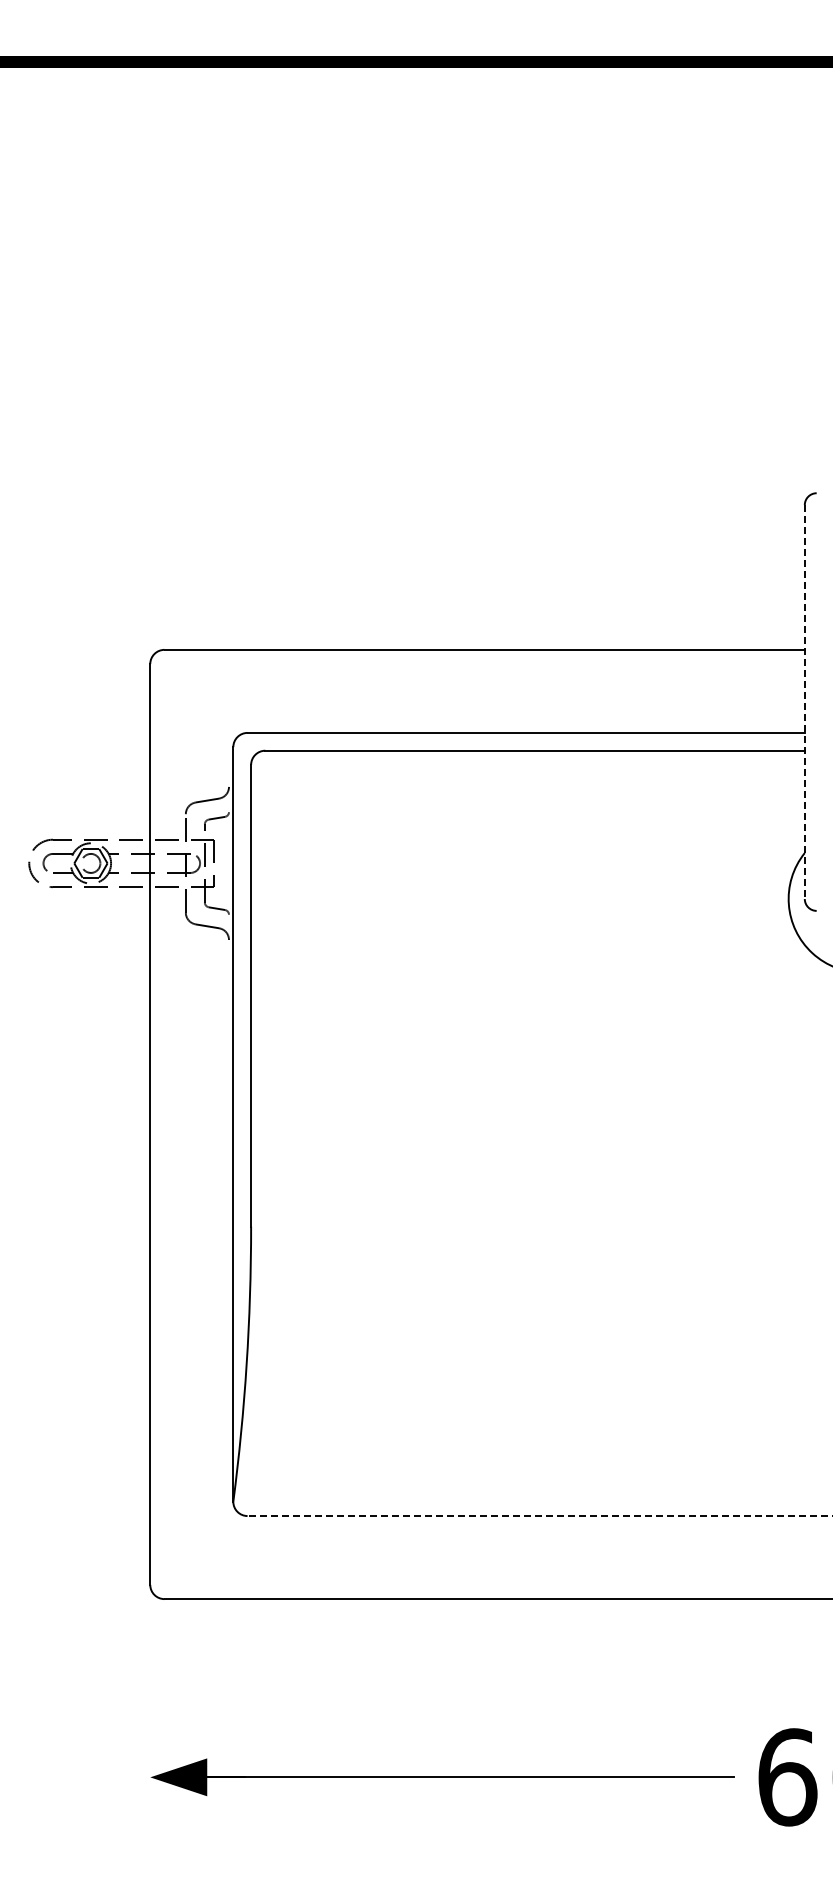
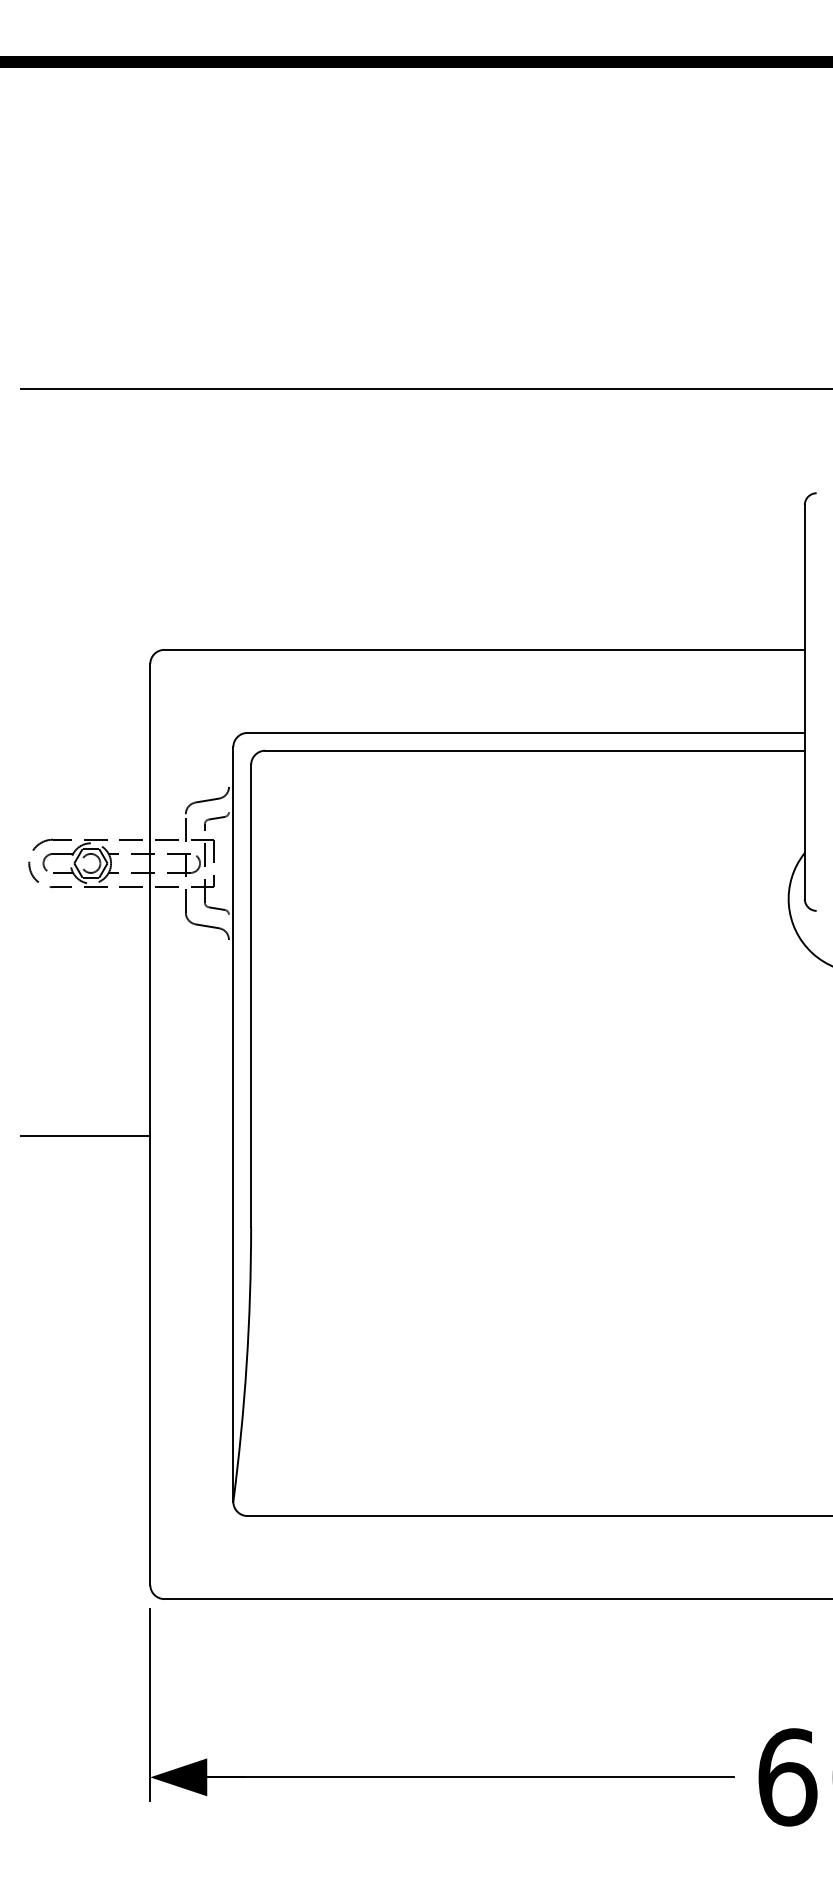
line at (424, 388): none -> present
line at (804, 702): dashed -> solid
line at (85, 1136): none -> present
line at (539, 1516): dashed -> solid
line at (150, 1704): none -> present
